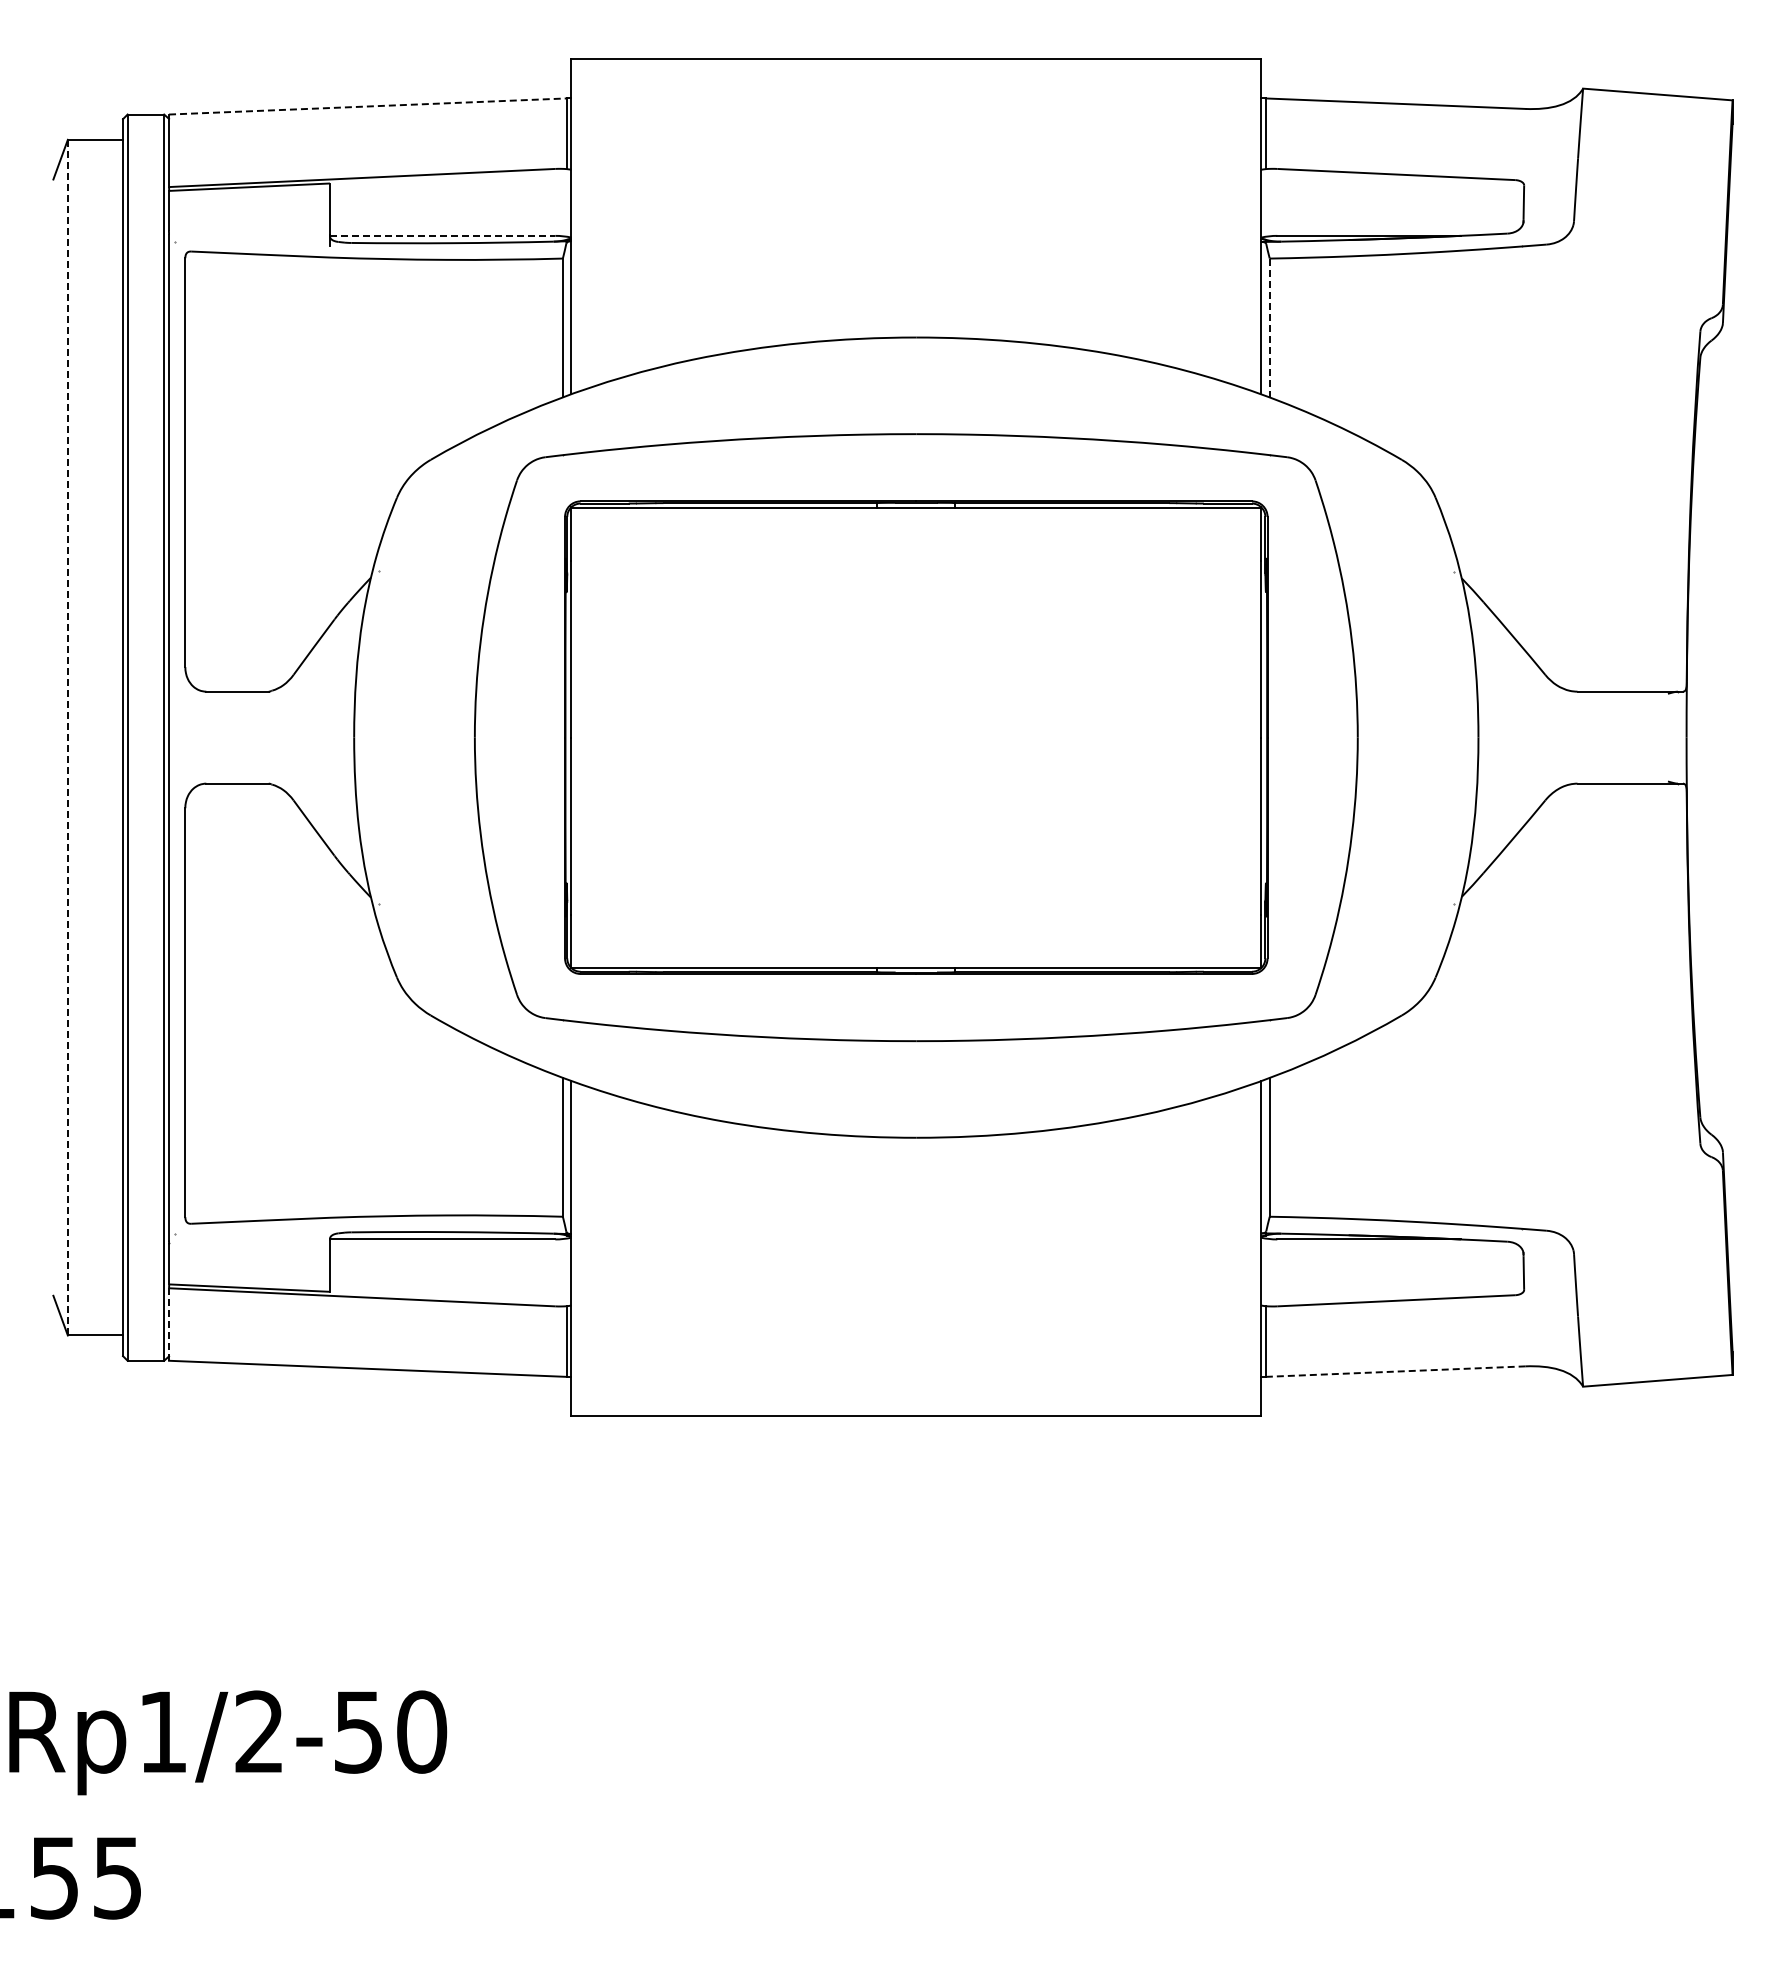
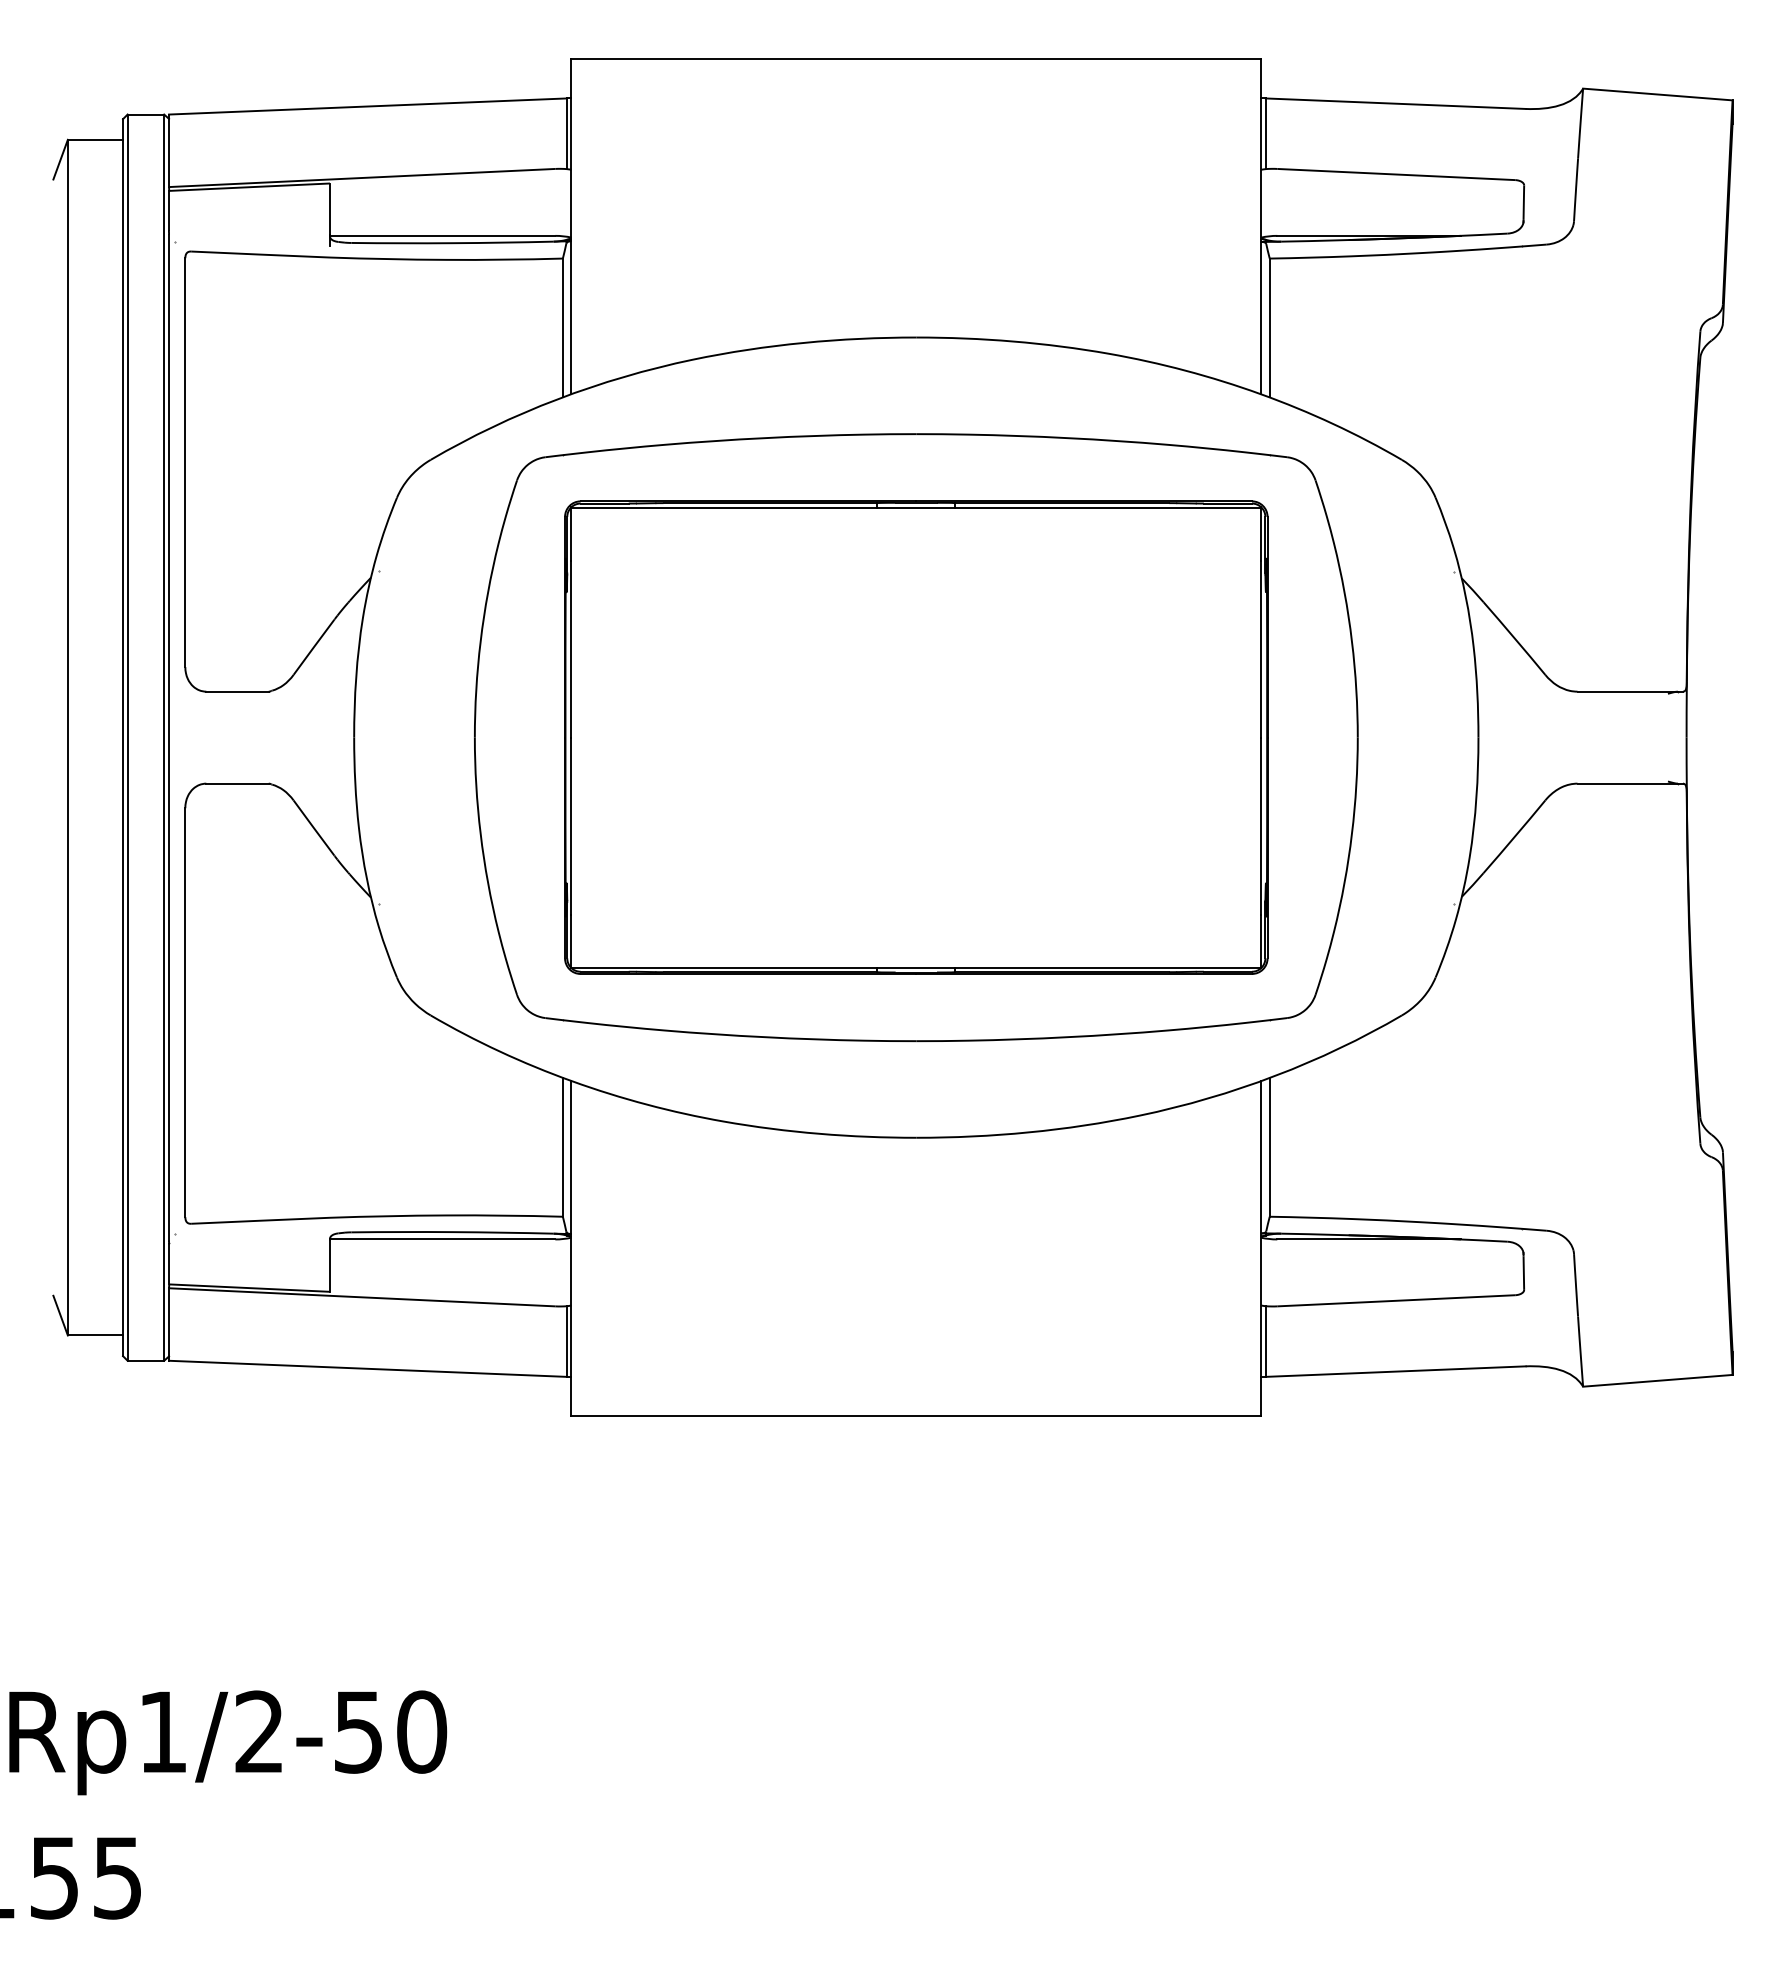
line at (368, 106): dashed -> solid
line at (442, 235): dashed -> solid
line at (1269, 328): dashed -> solid
line at (67, 737): dashed -> solid
line at (169, 1324): dashed -> solid
line at (1395, 1371): dashed -> solid
